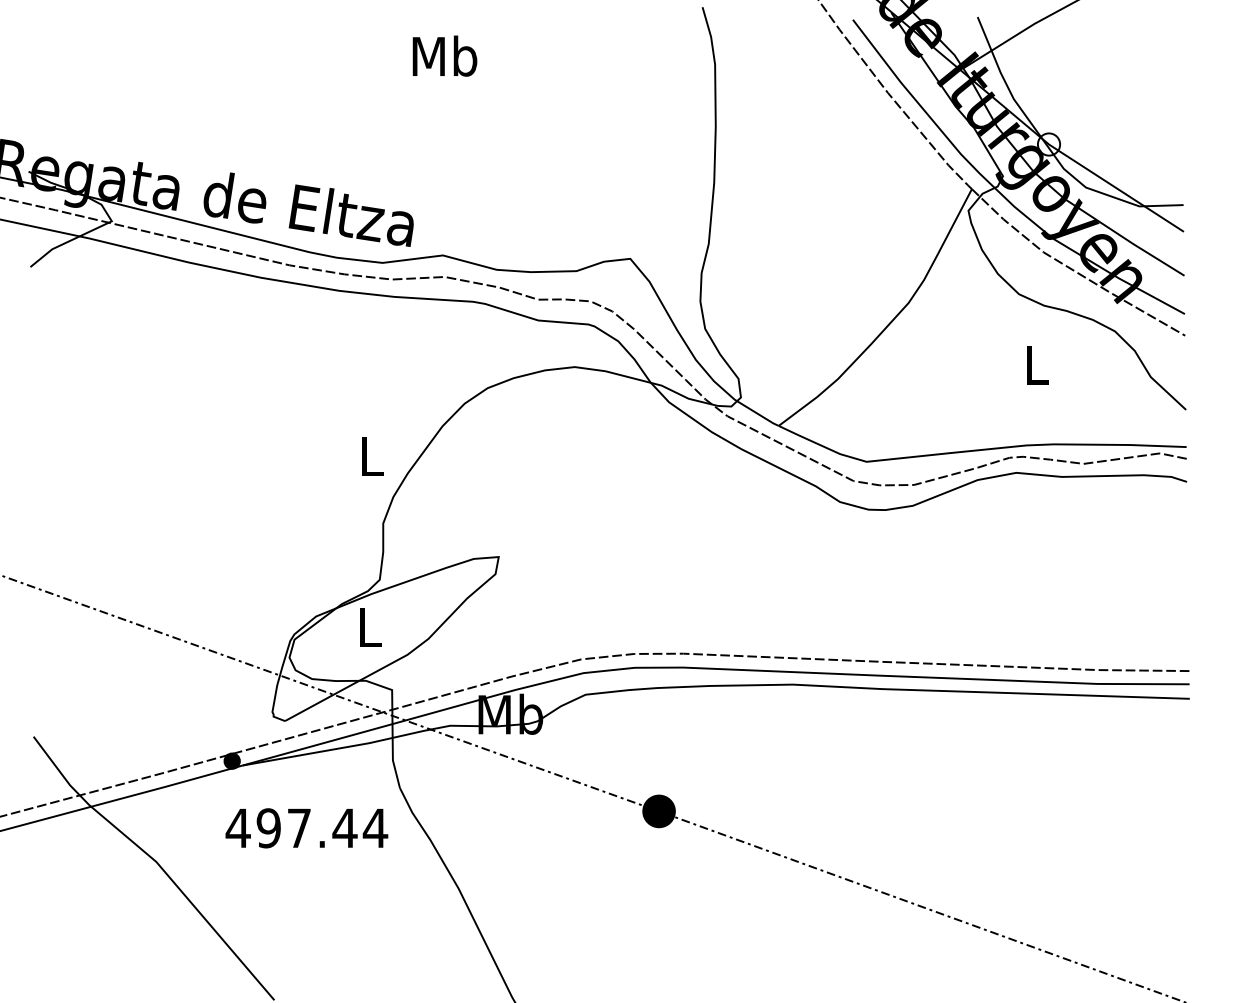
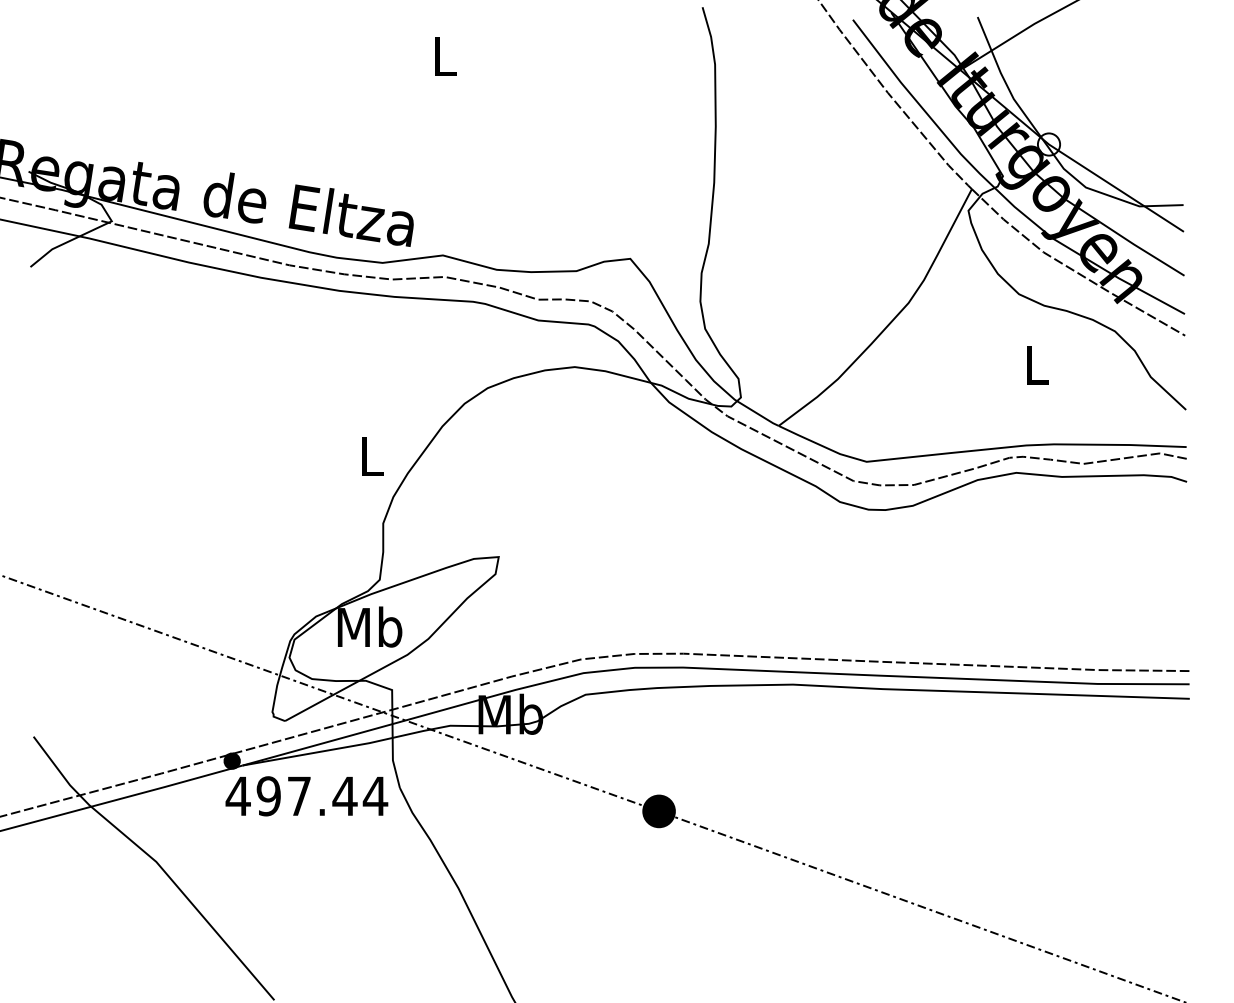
text at (444, 55): Mb -> L
text at (369, 626): L -> Mb
text at (306, 828) position: (306, 828) -> (306, 796)
